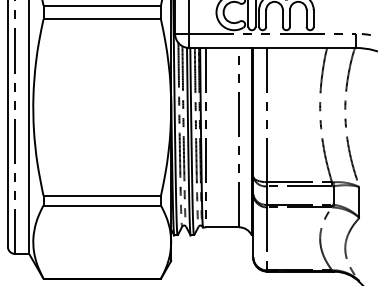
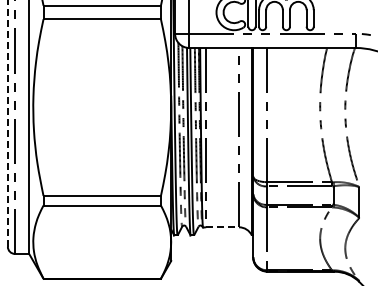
line at (7, 122): solid -> dashed
line at (223, 227): solid -> dashed
